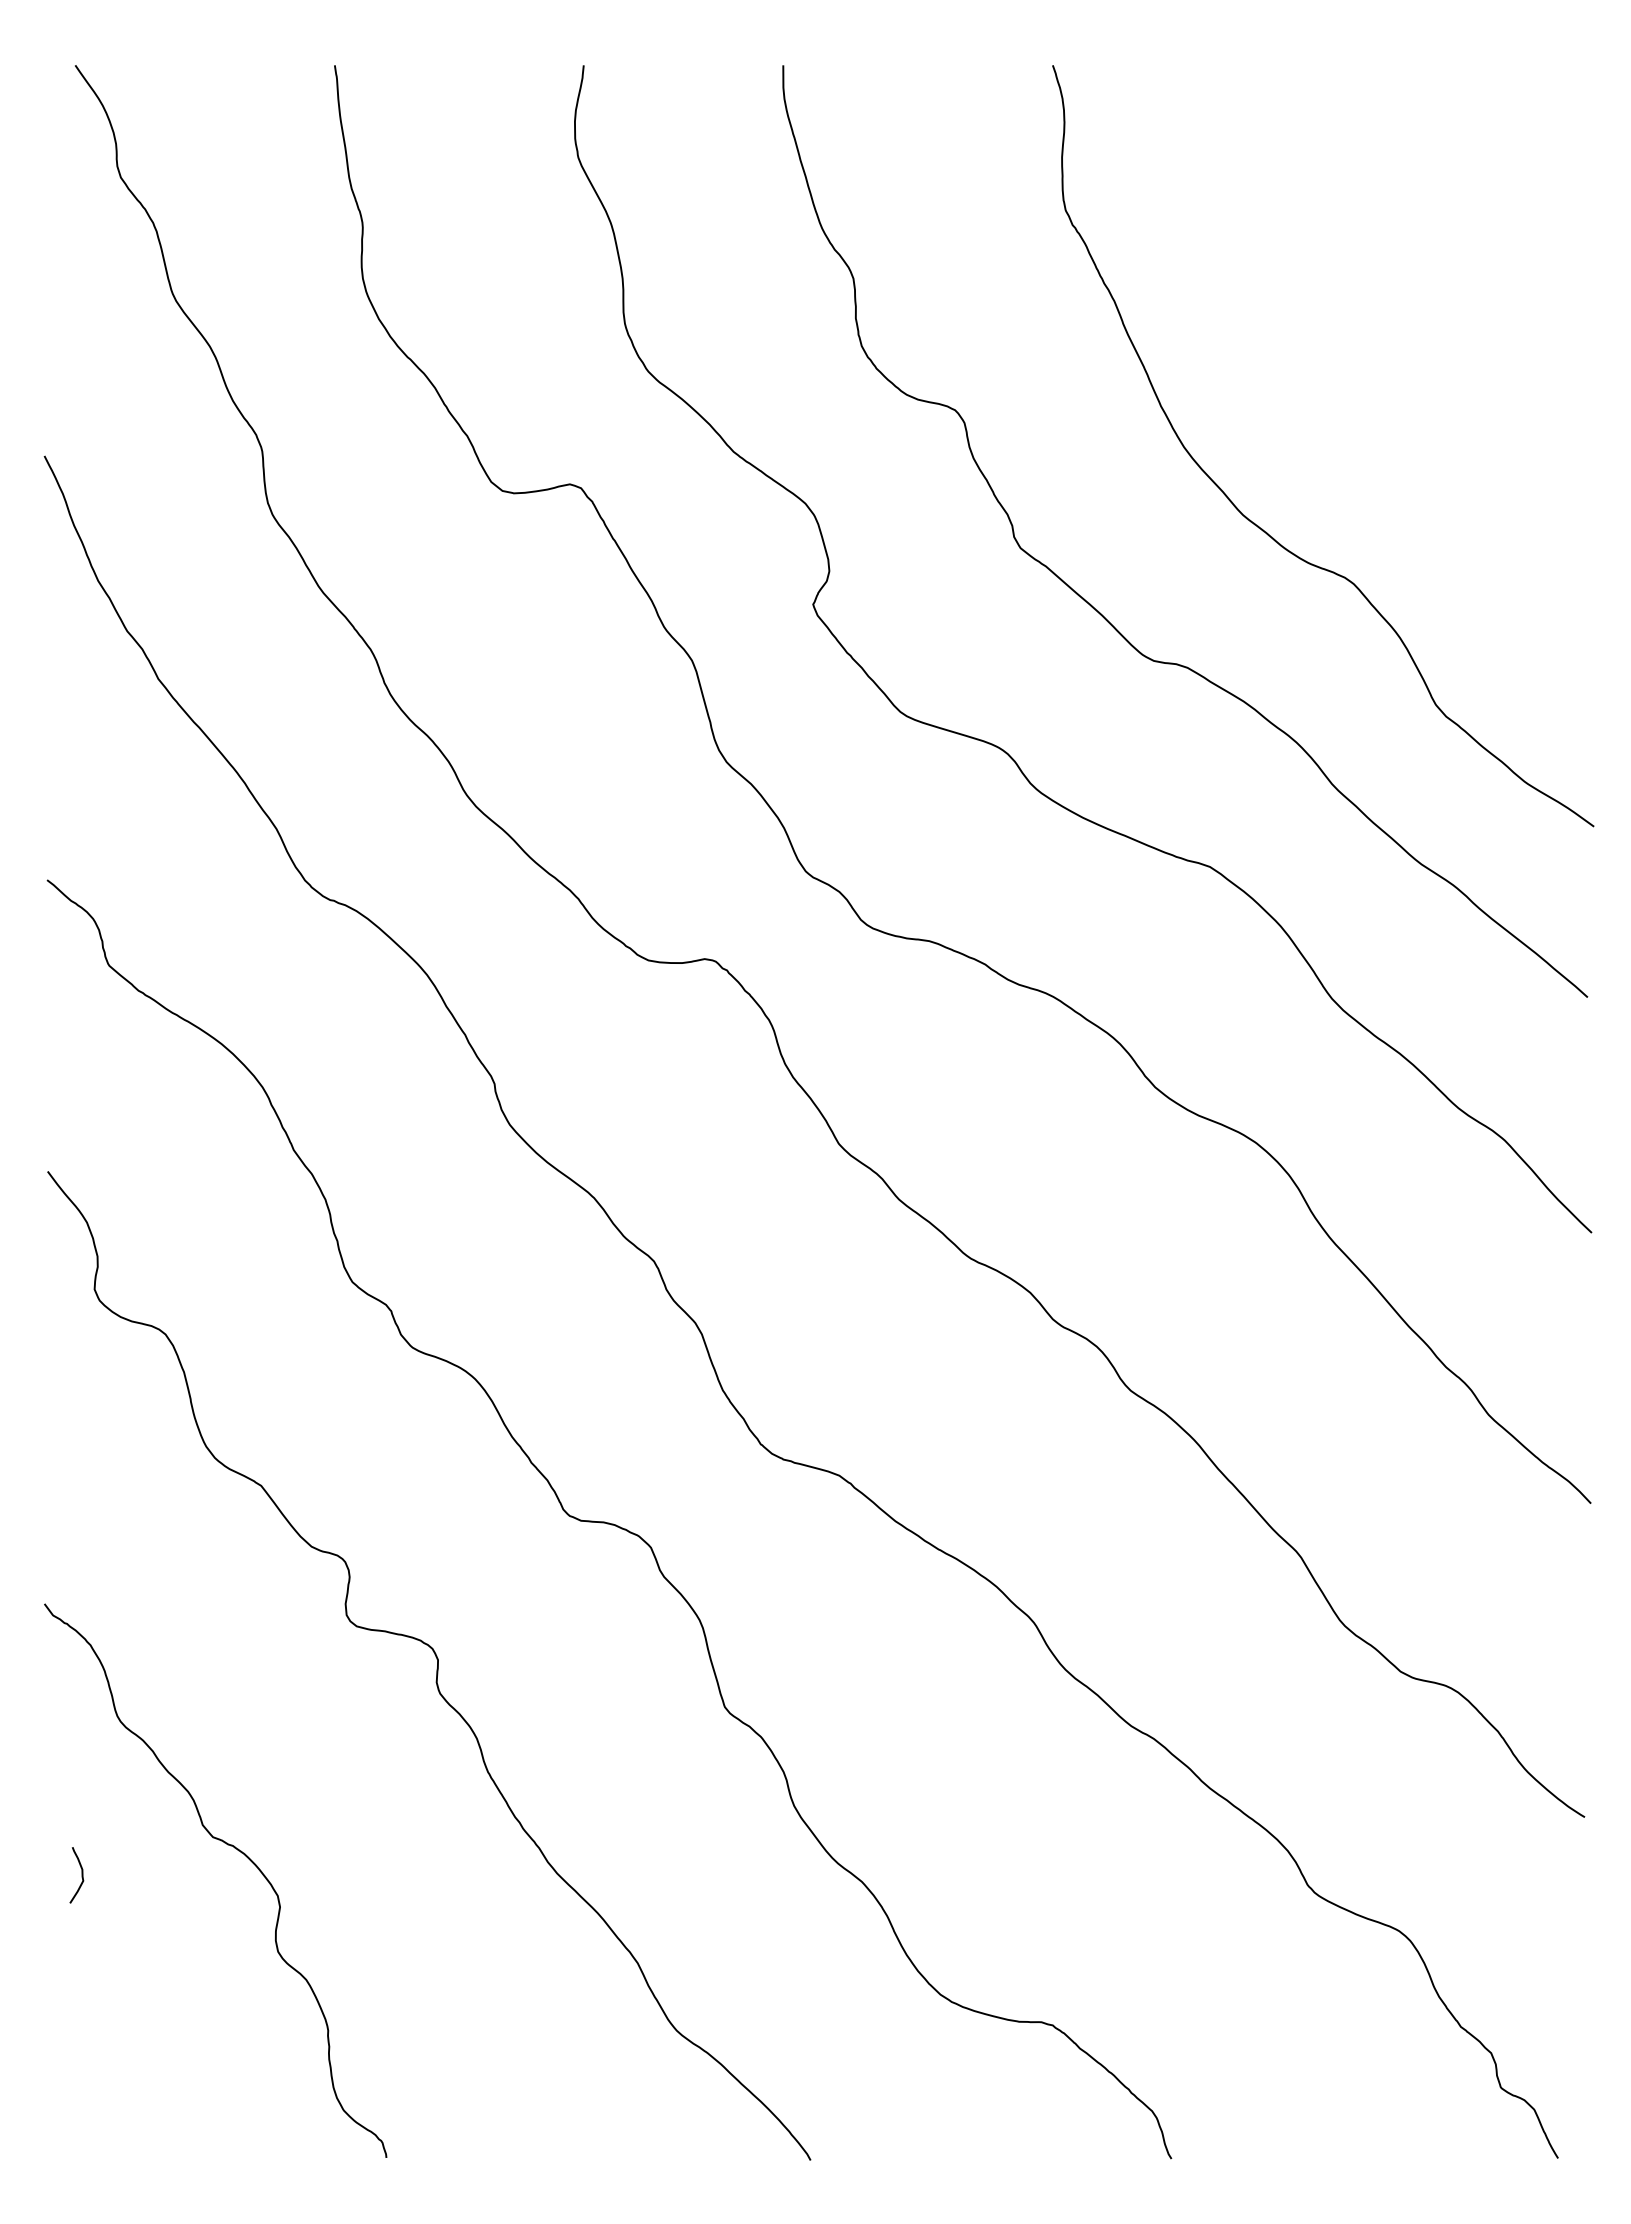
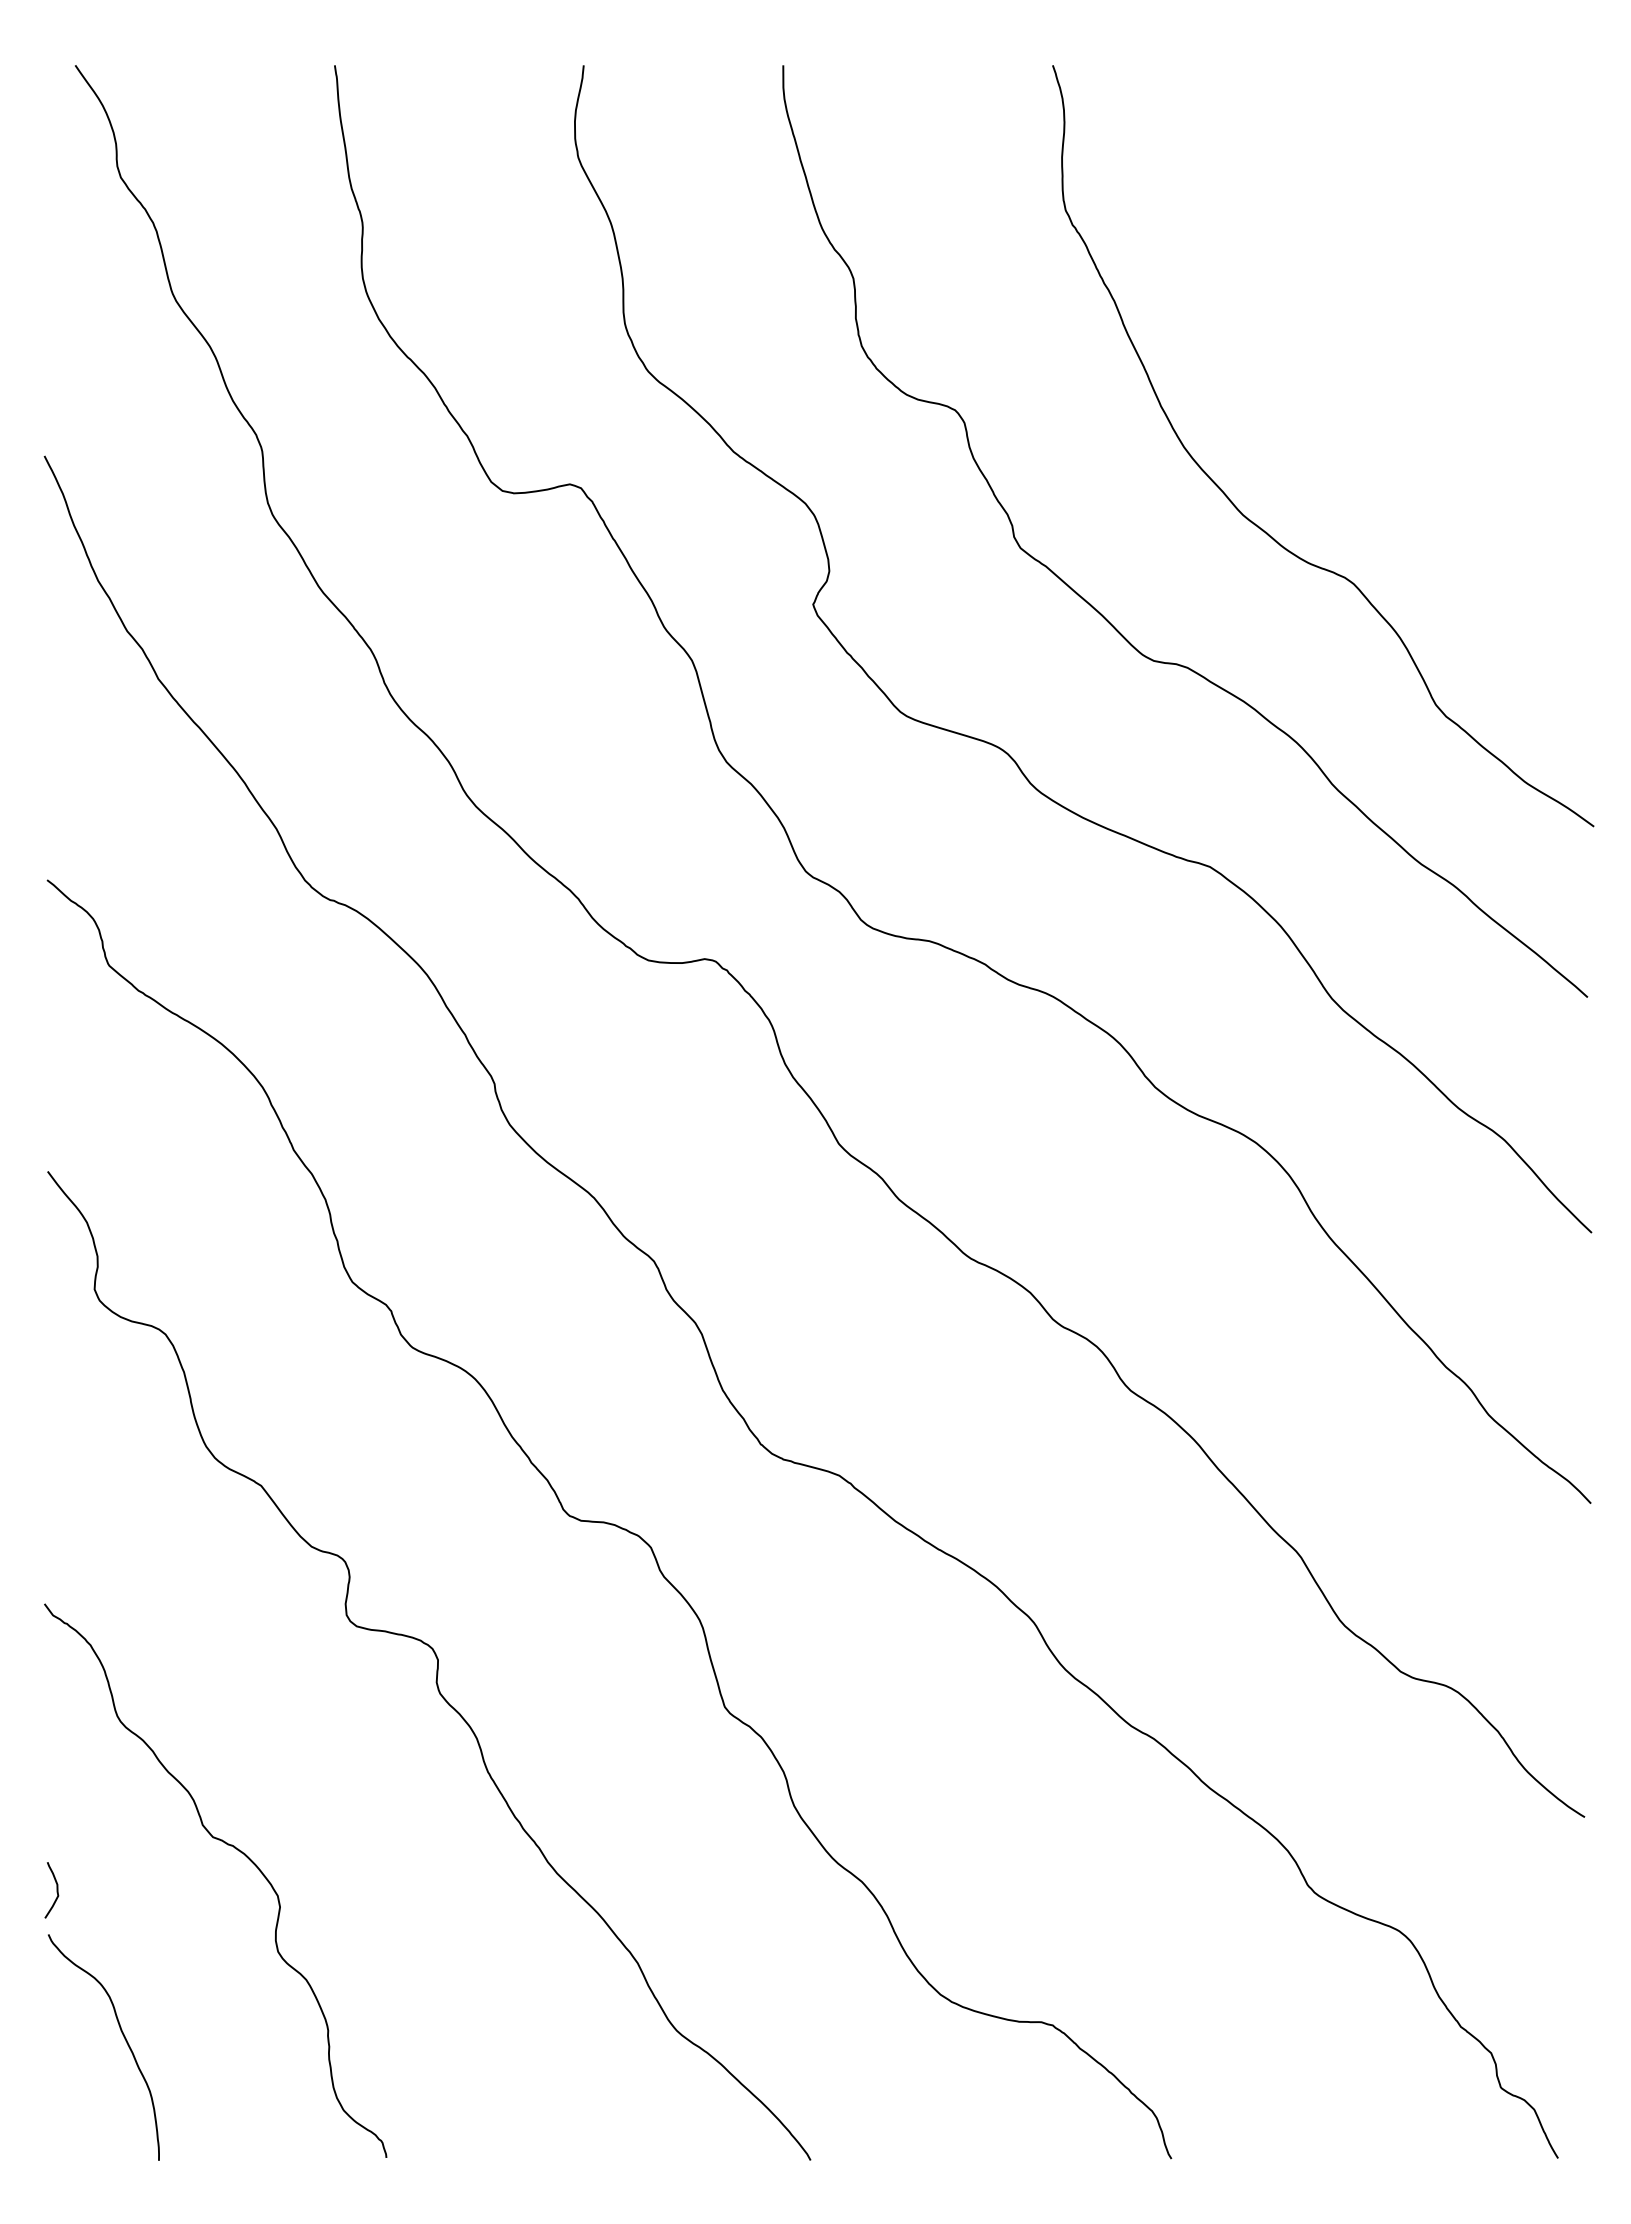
curve at (81, 1875) position: (81, 1875) -> (56, 1890)
curve at (123, 2037): none -> present
